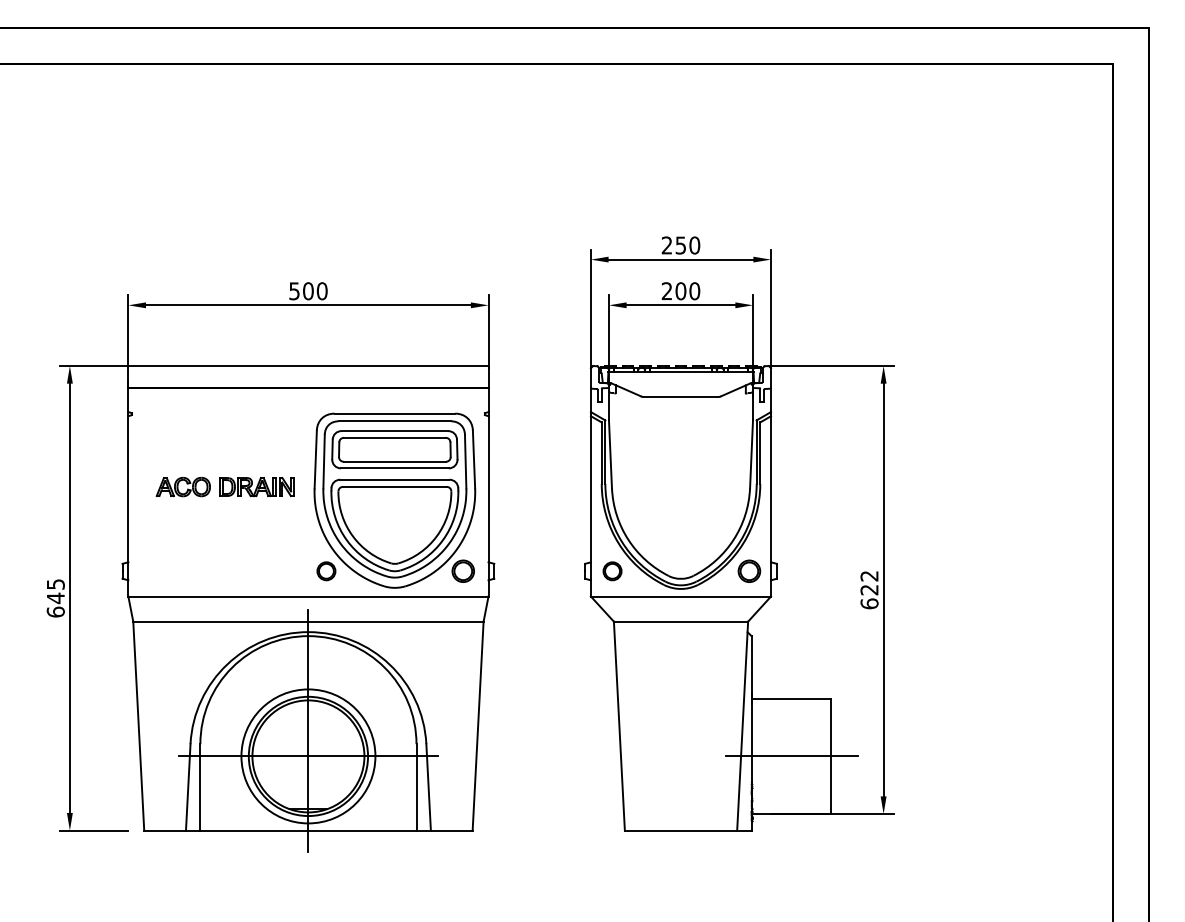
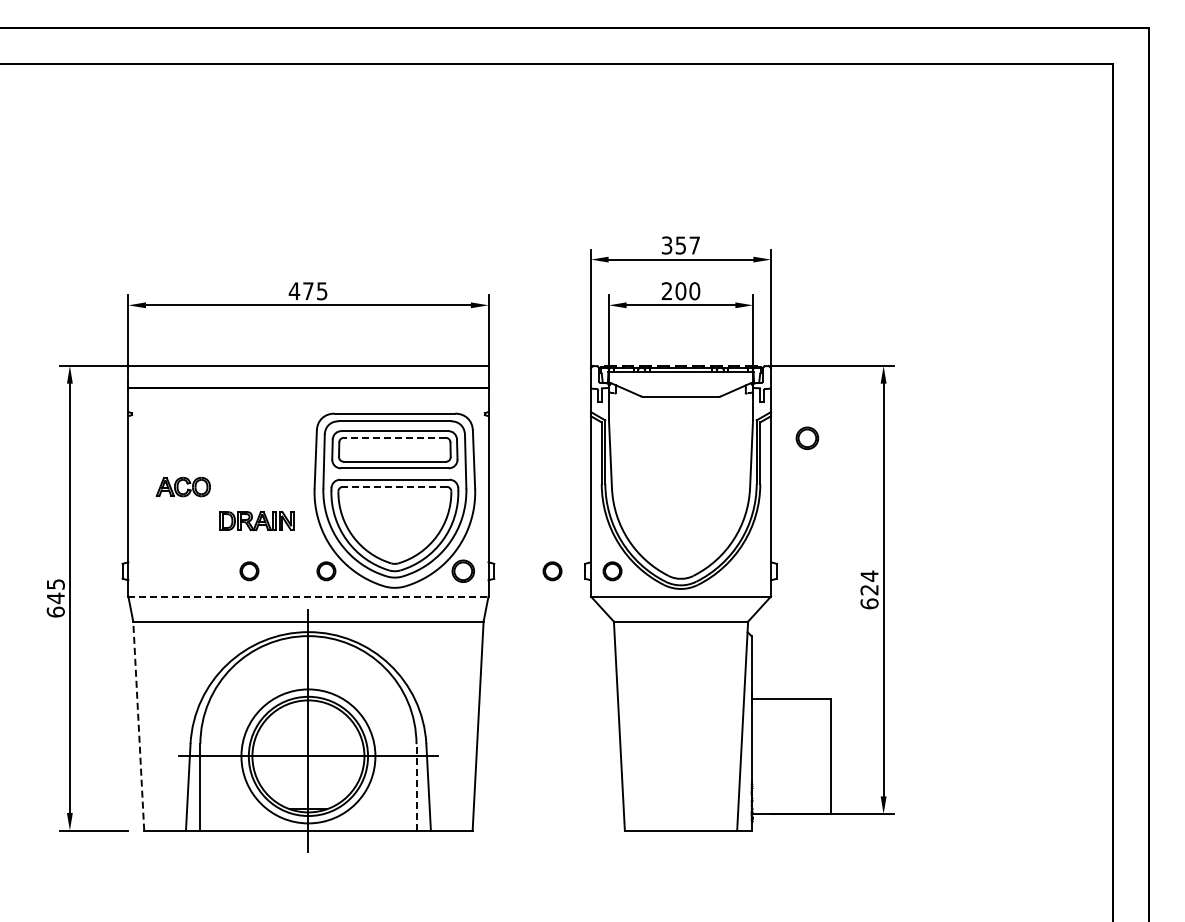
text at (681, 245): 250 -> 357
text at (307, 291): 500 -> 475
line at (394, 437): solid -> dashed
line at (394, 486): solid -> dashed
part at (256, 487) position: (256, 487) -> (256, 521)
part at (749, 570) position: (749, 570) -> (807, 437)
circle at (249, 571): none -> present
circle at (552, 571): none -> present
text at (869, 575): 622 -> 624
line at (308, 596): solid -> dashed
line at (138, 726): solid -> dashed
line at (792, 756): present -> none
line at (416, 786): solid -> dashed
